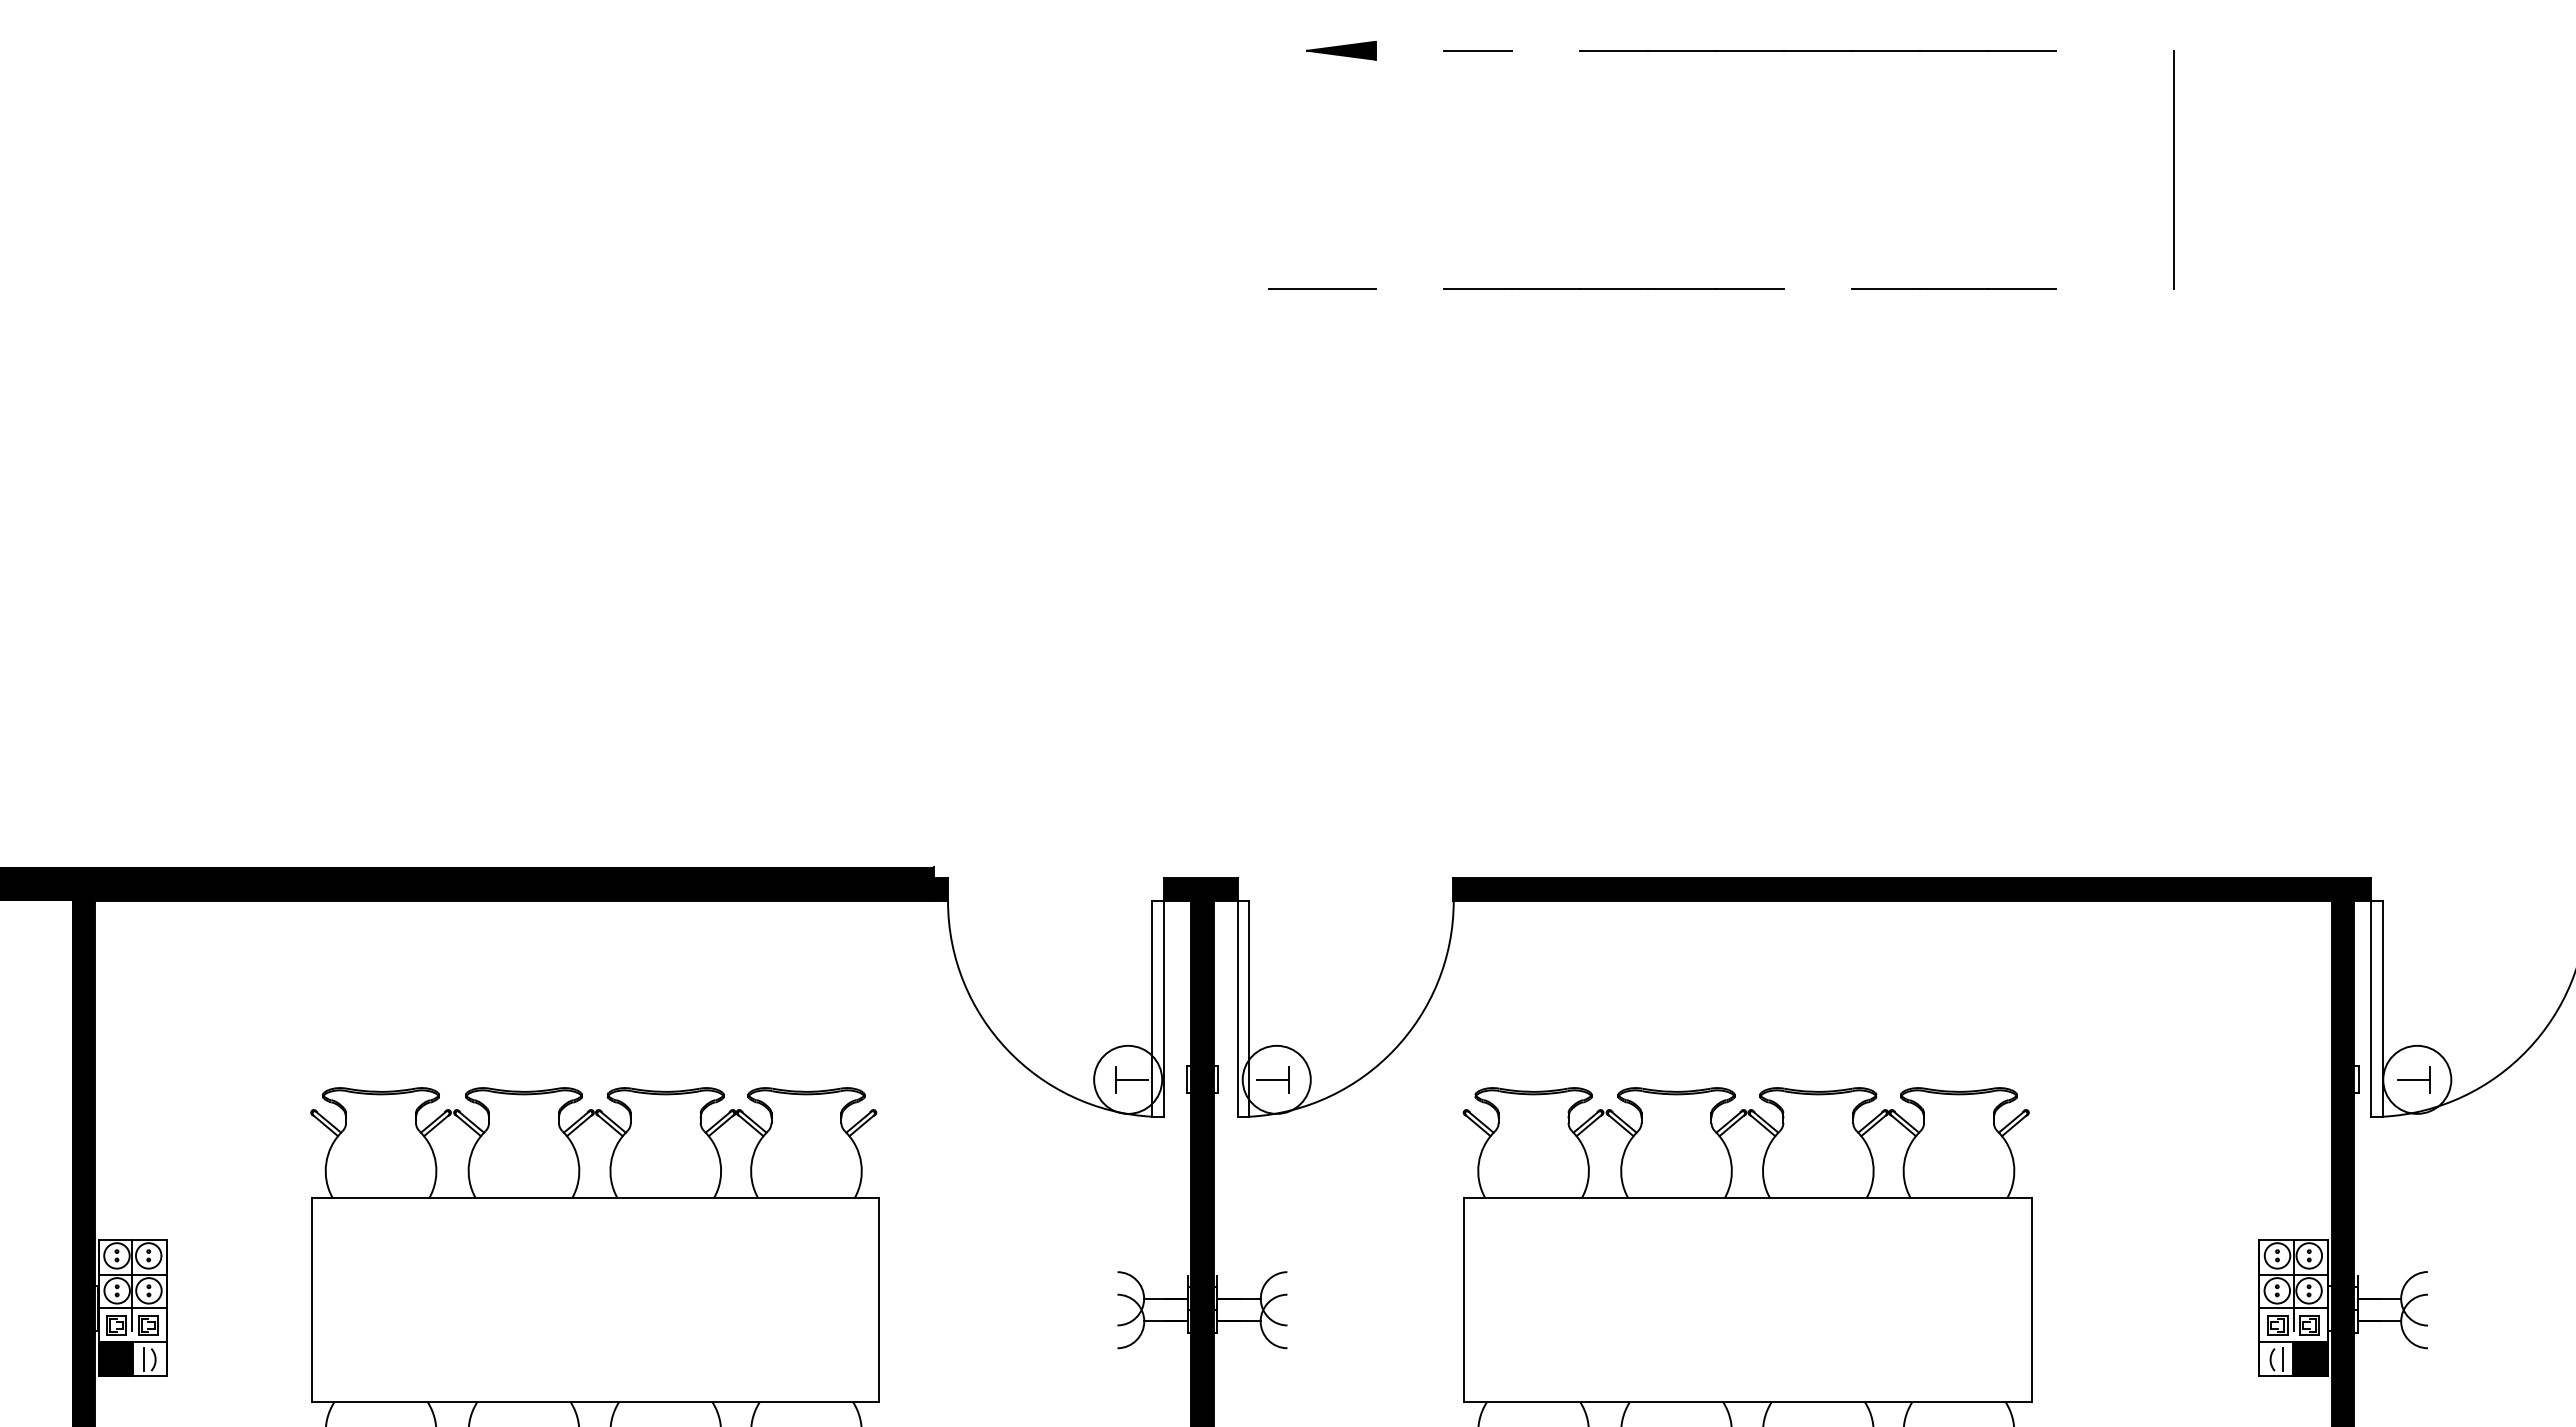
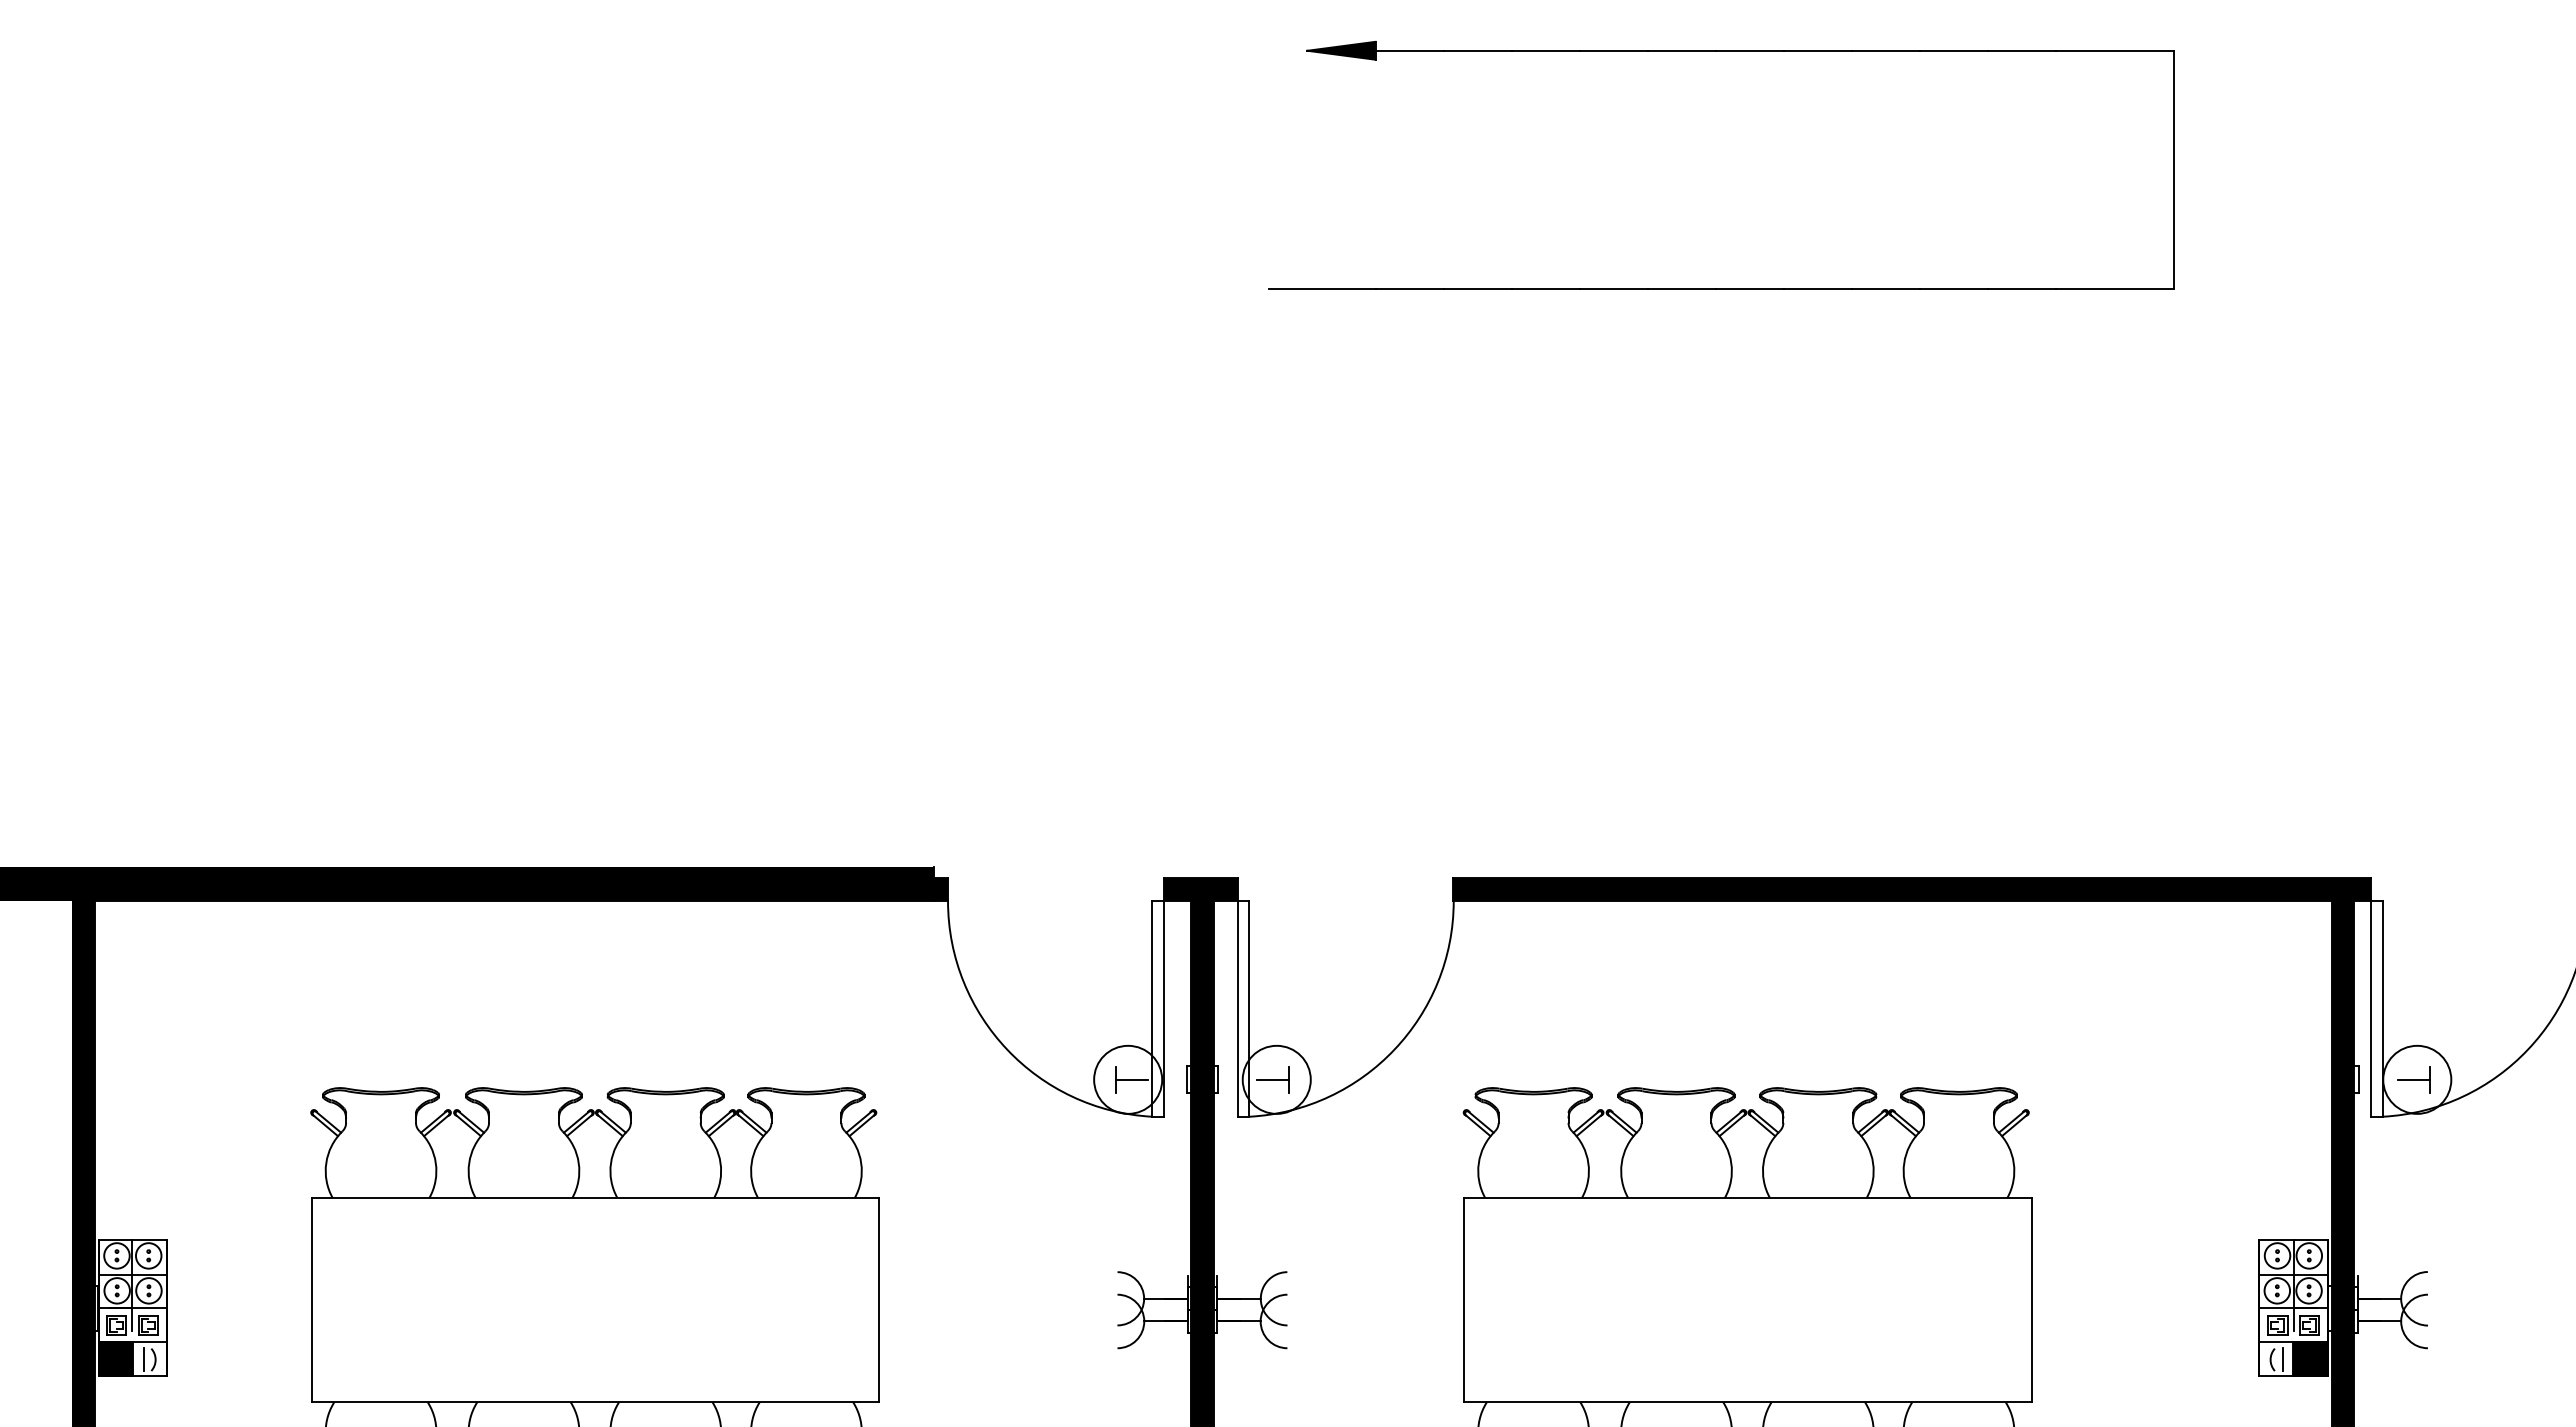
line at (1409, 50): none -> present
line at (1545, 50): none -> present
line at (2114, 50): none -> present
line at (1409, 288): none -> present
line at (1817, 288): none -> present
line at (2114, 288): none -> present
